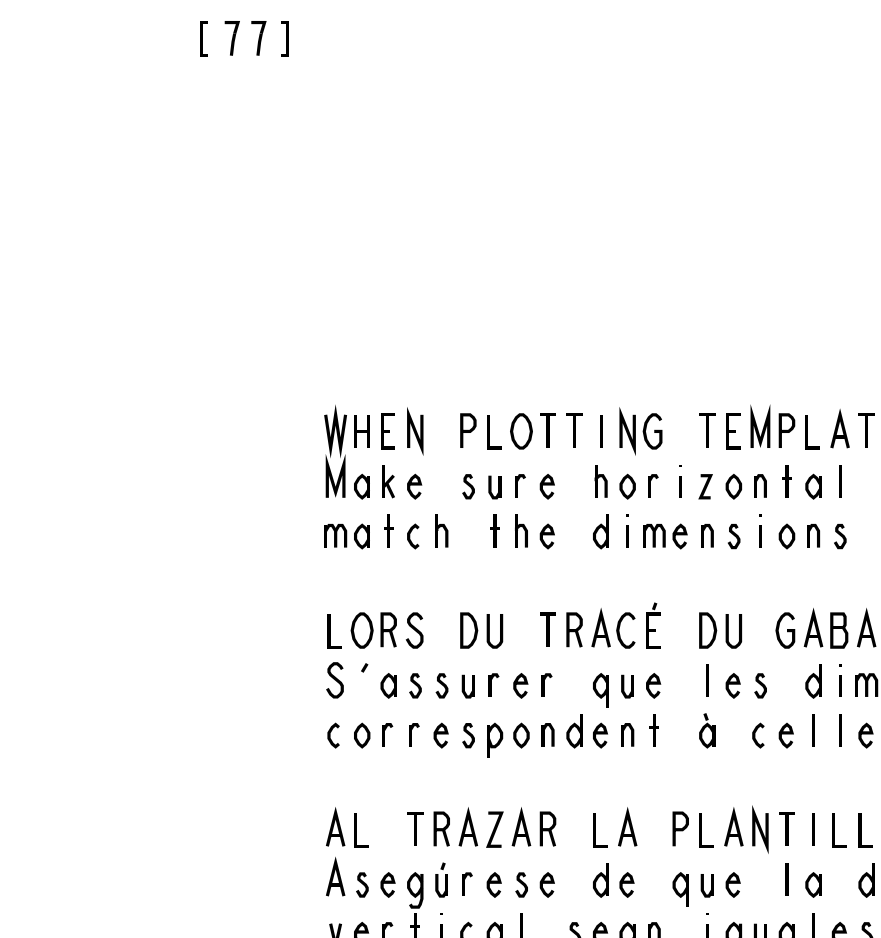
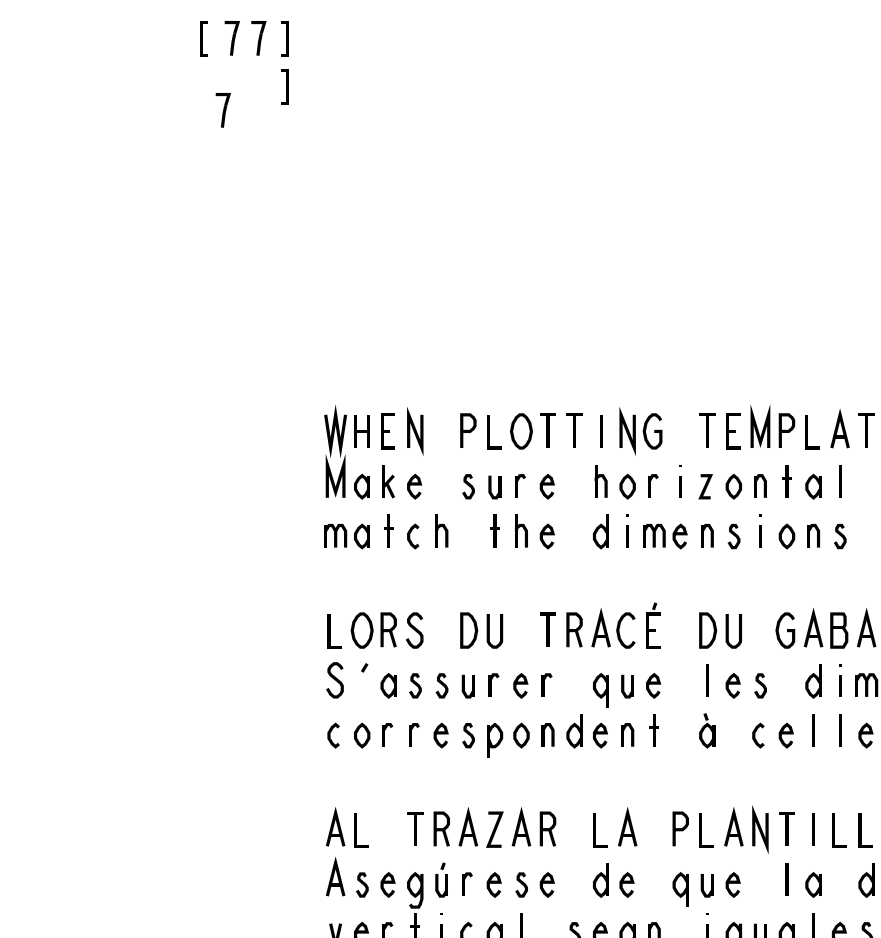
line at (286, 86): none -> present
part at (222, 110): none -> present
